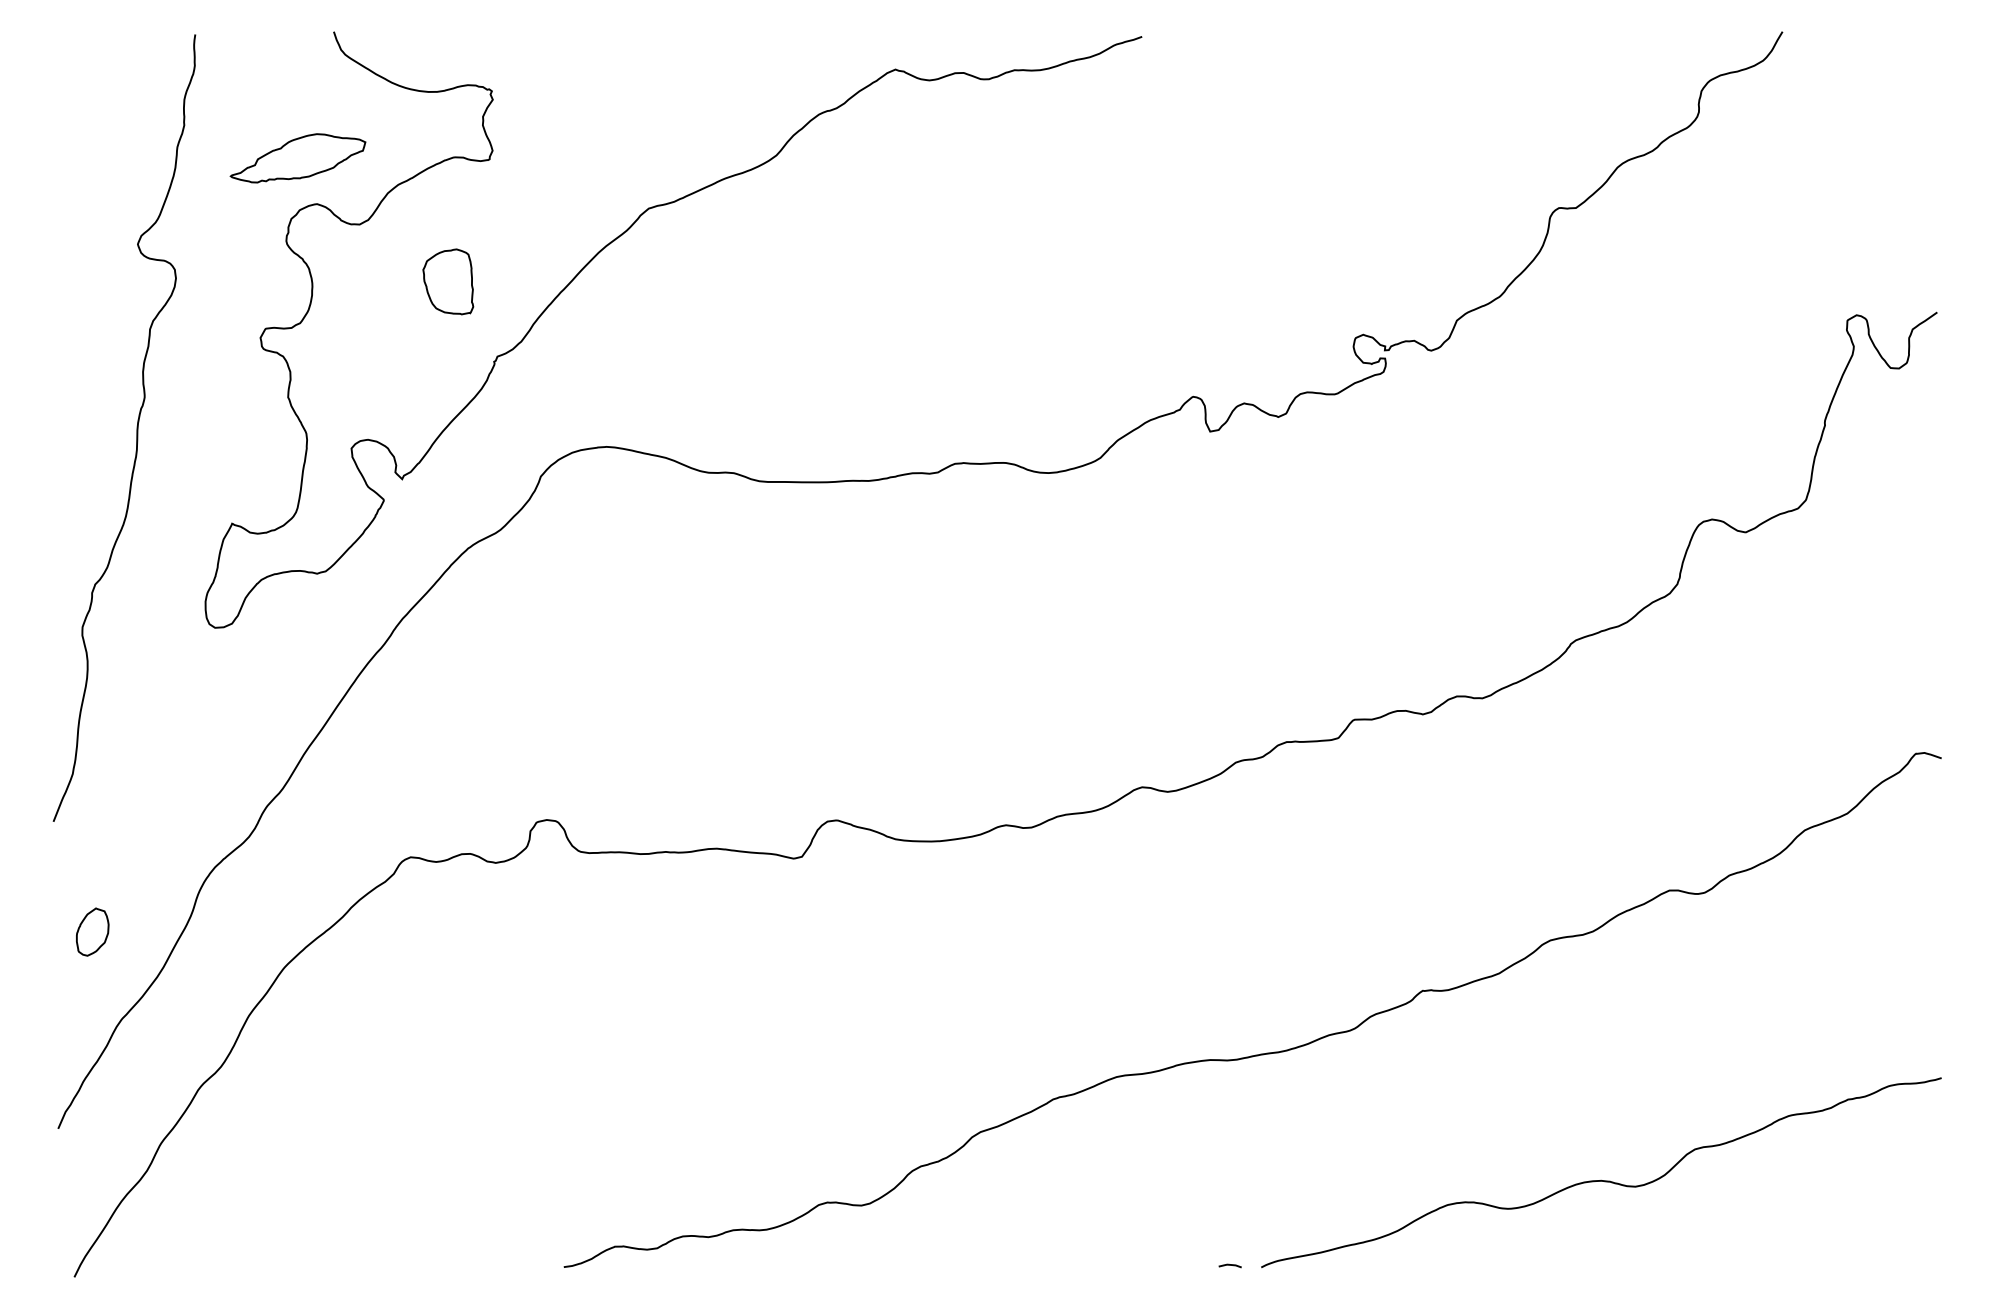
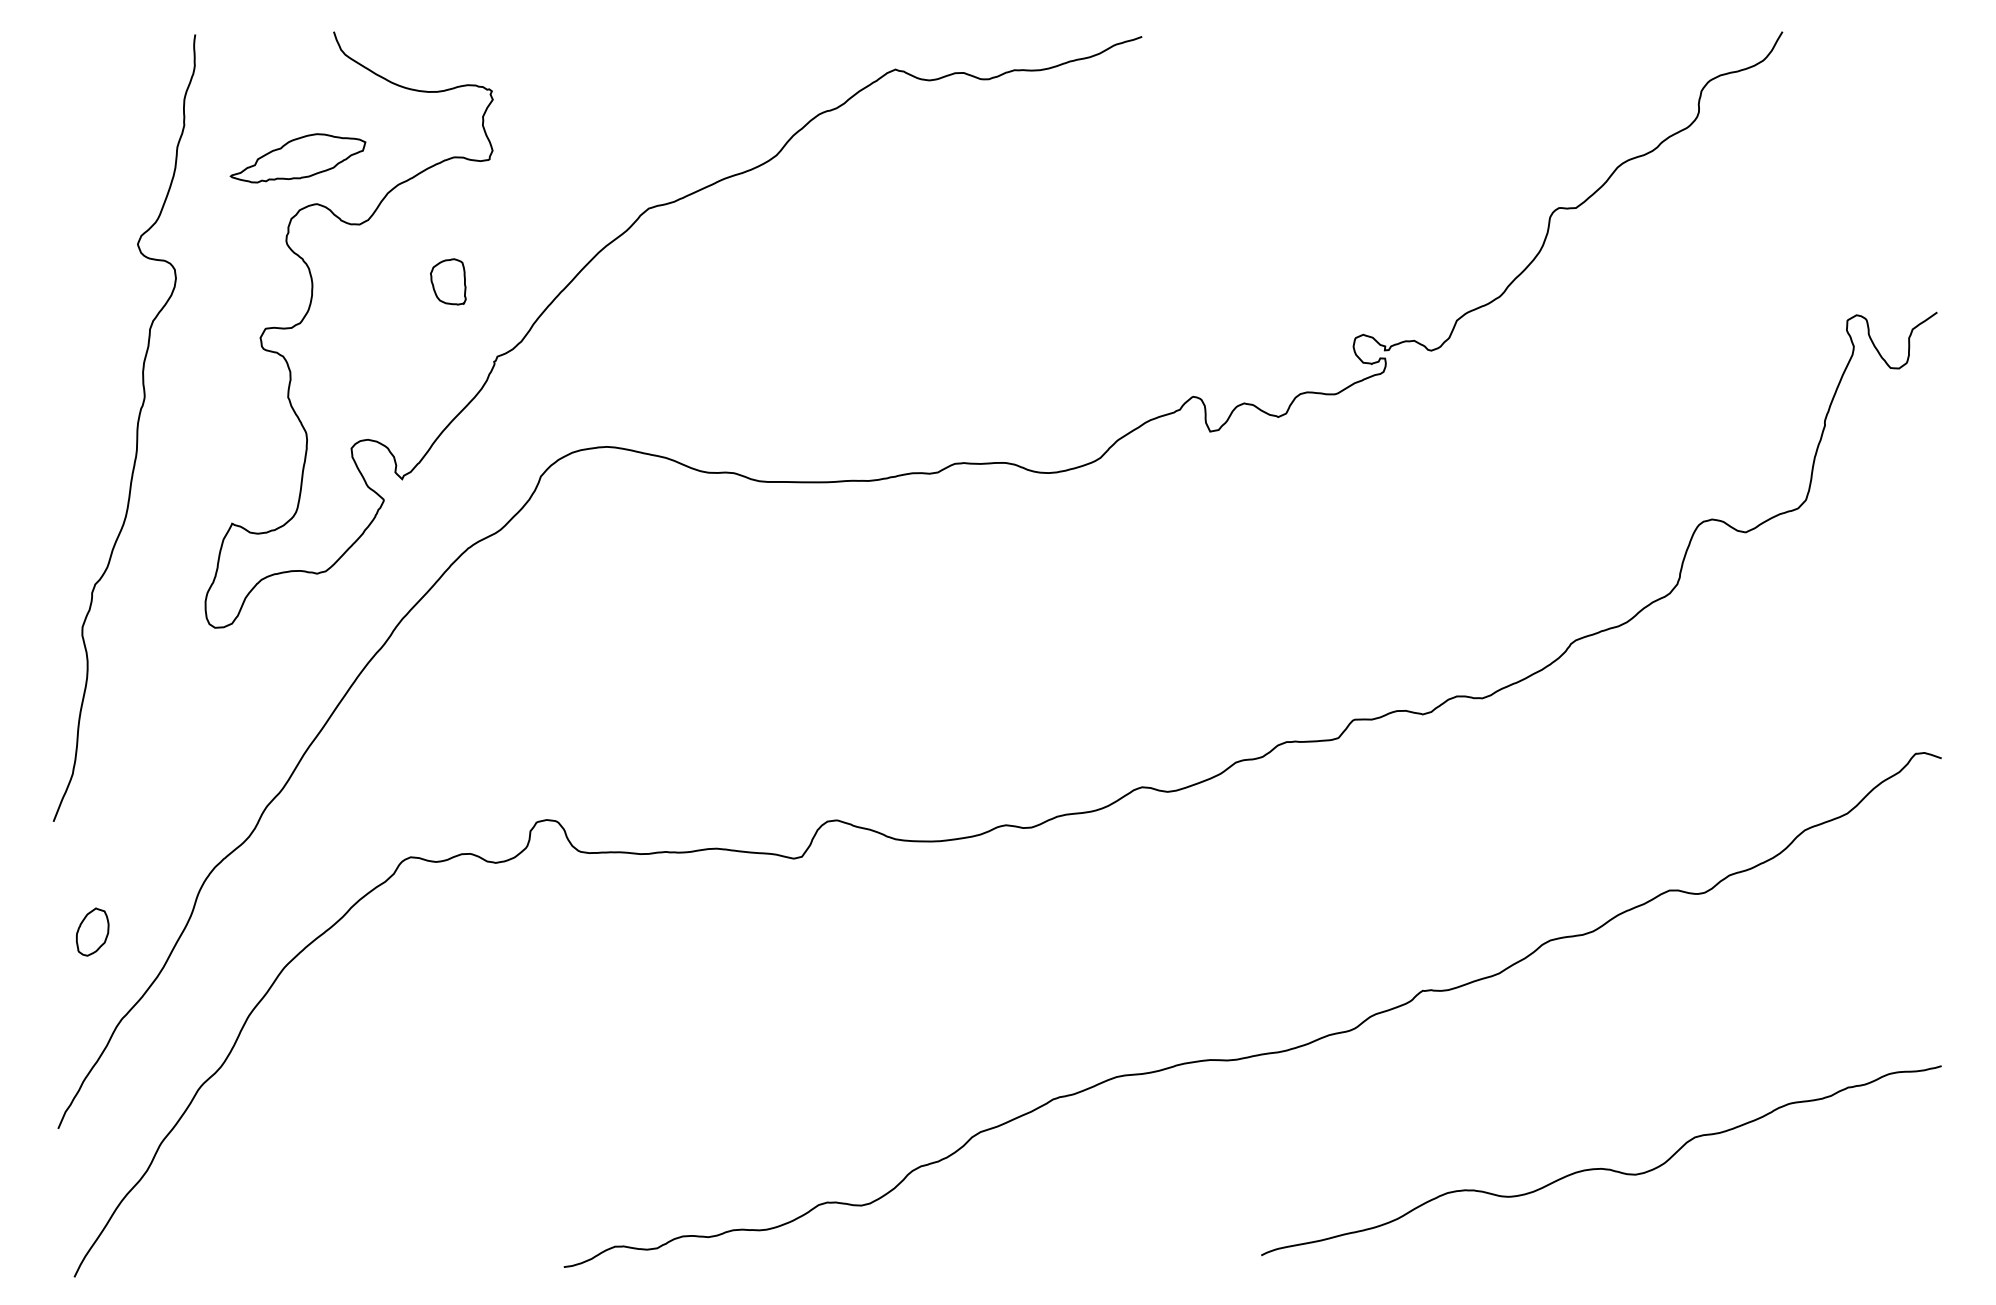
part at (448, 281) size: 53x68 px -> 37x48 px
curve at (1601, 1179) position: (1601, 1179) -> (1601, 1167)
curve at (1229, 1265): present -> none
